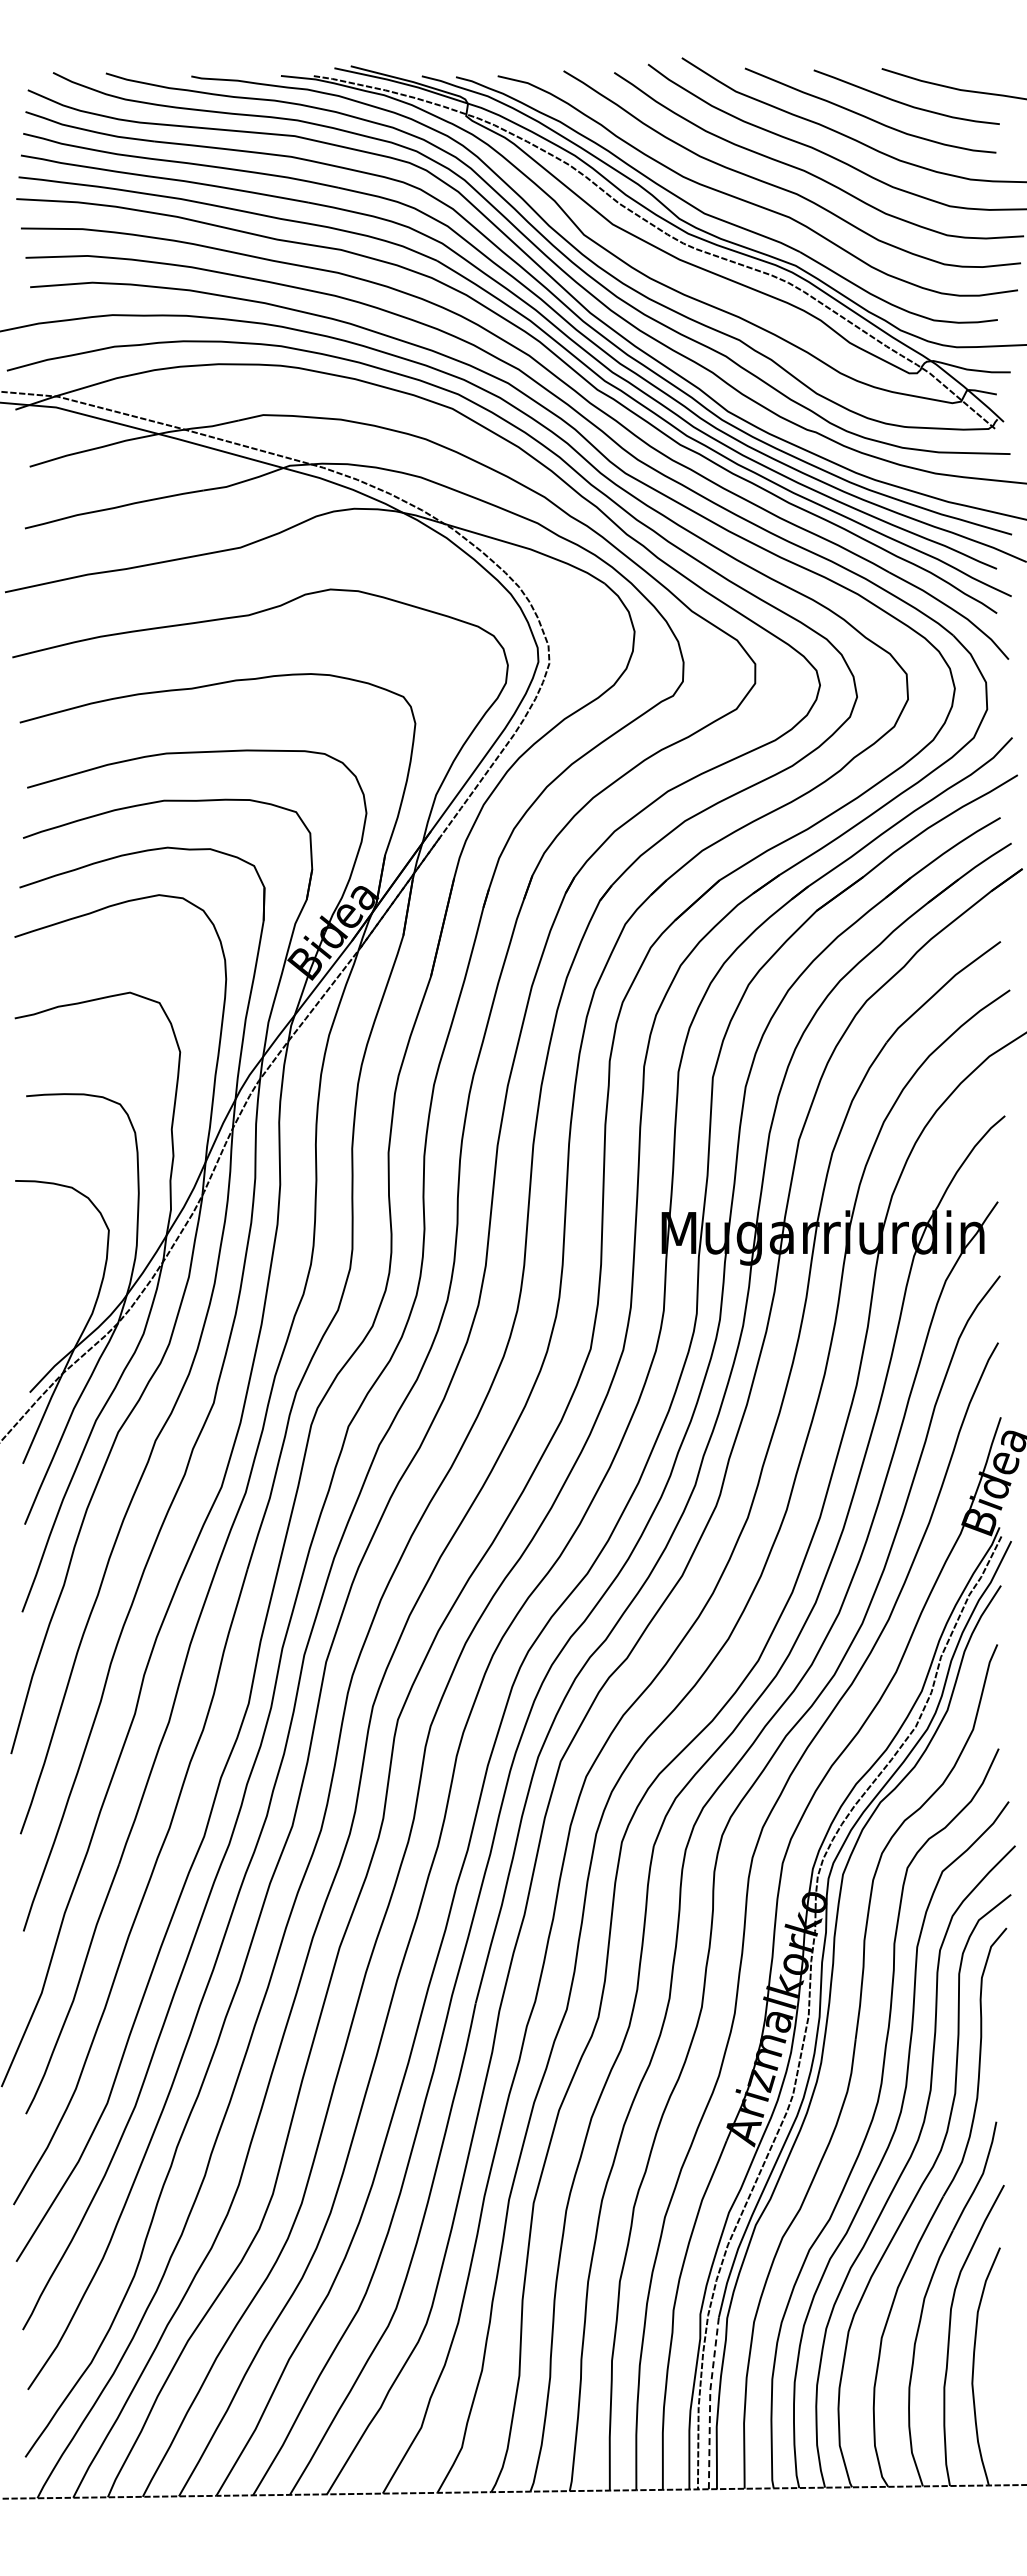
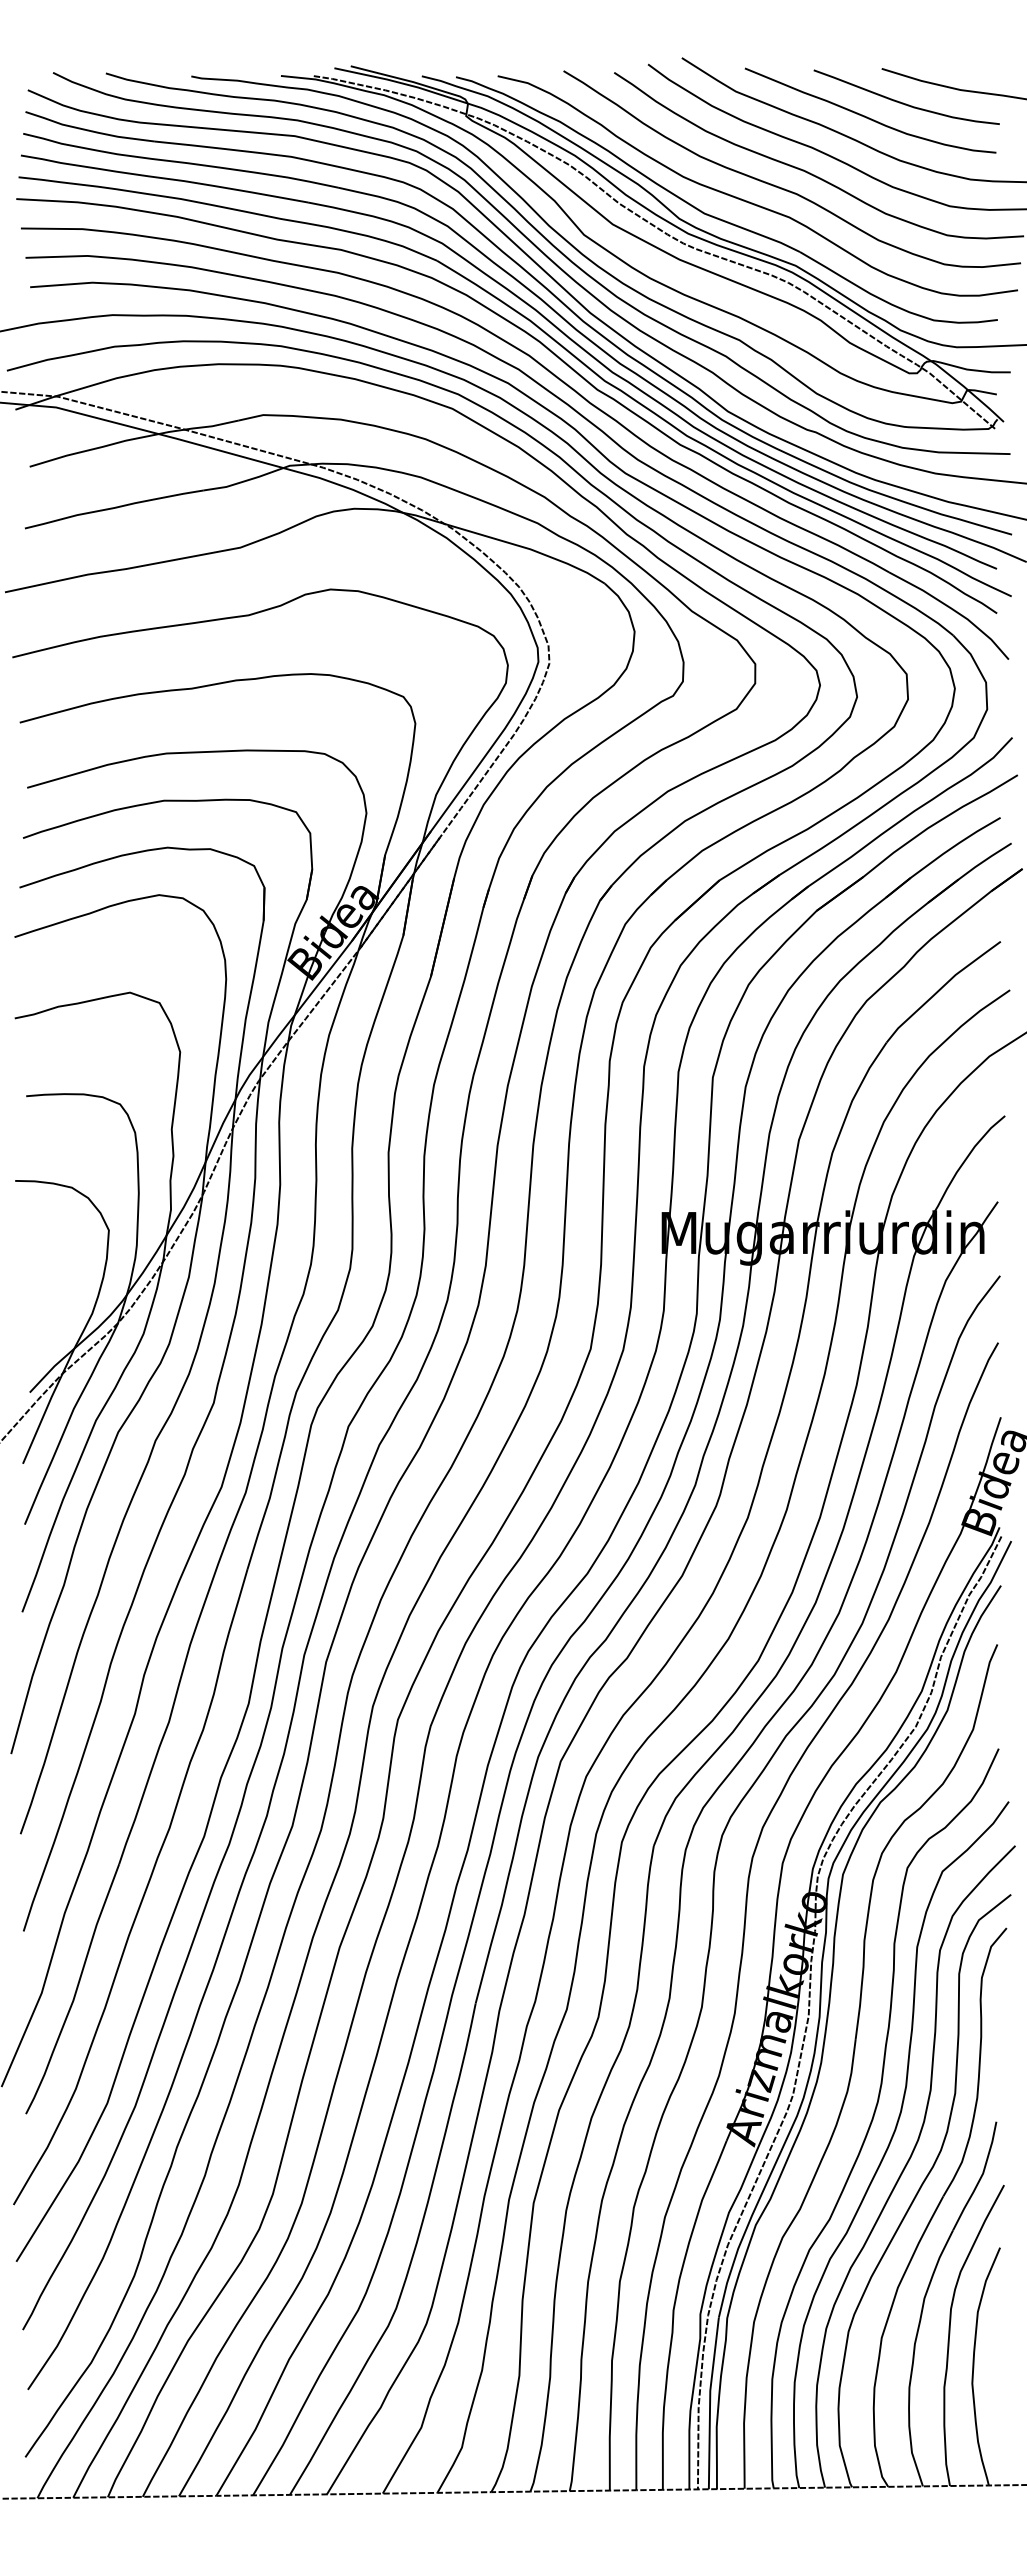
line at (710, 2402): dashed -> solid
